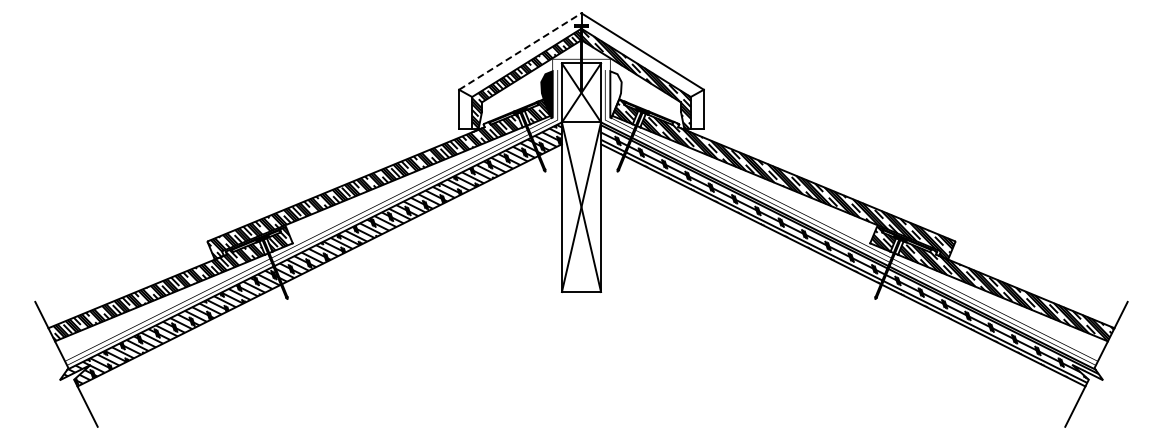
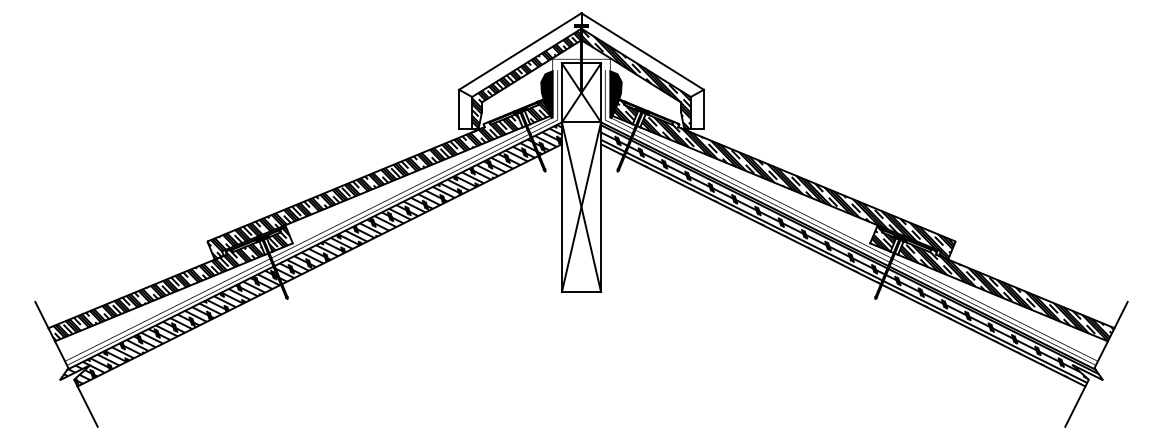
line at (520, 51): dashed -> solid
fill at (615, 94): none -> present
